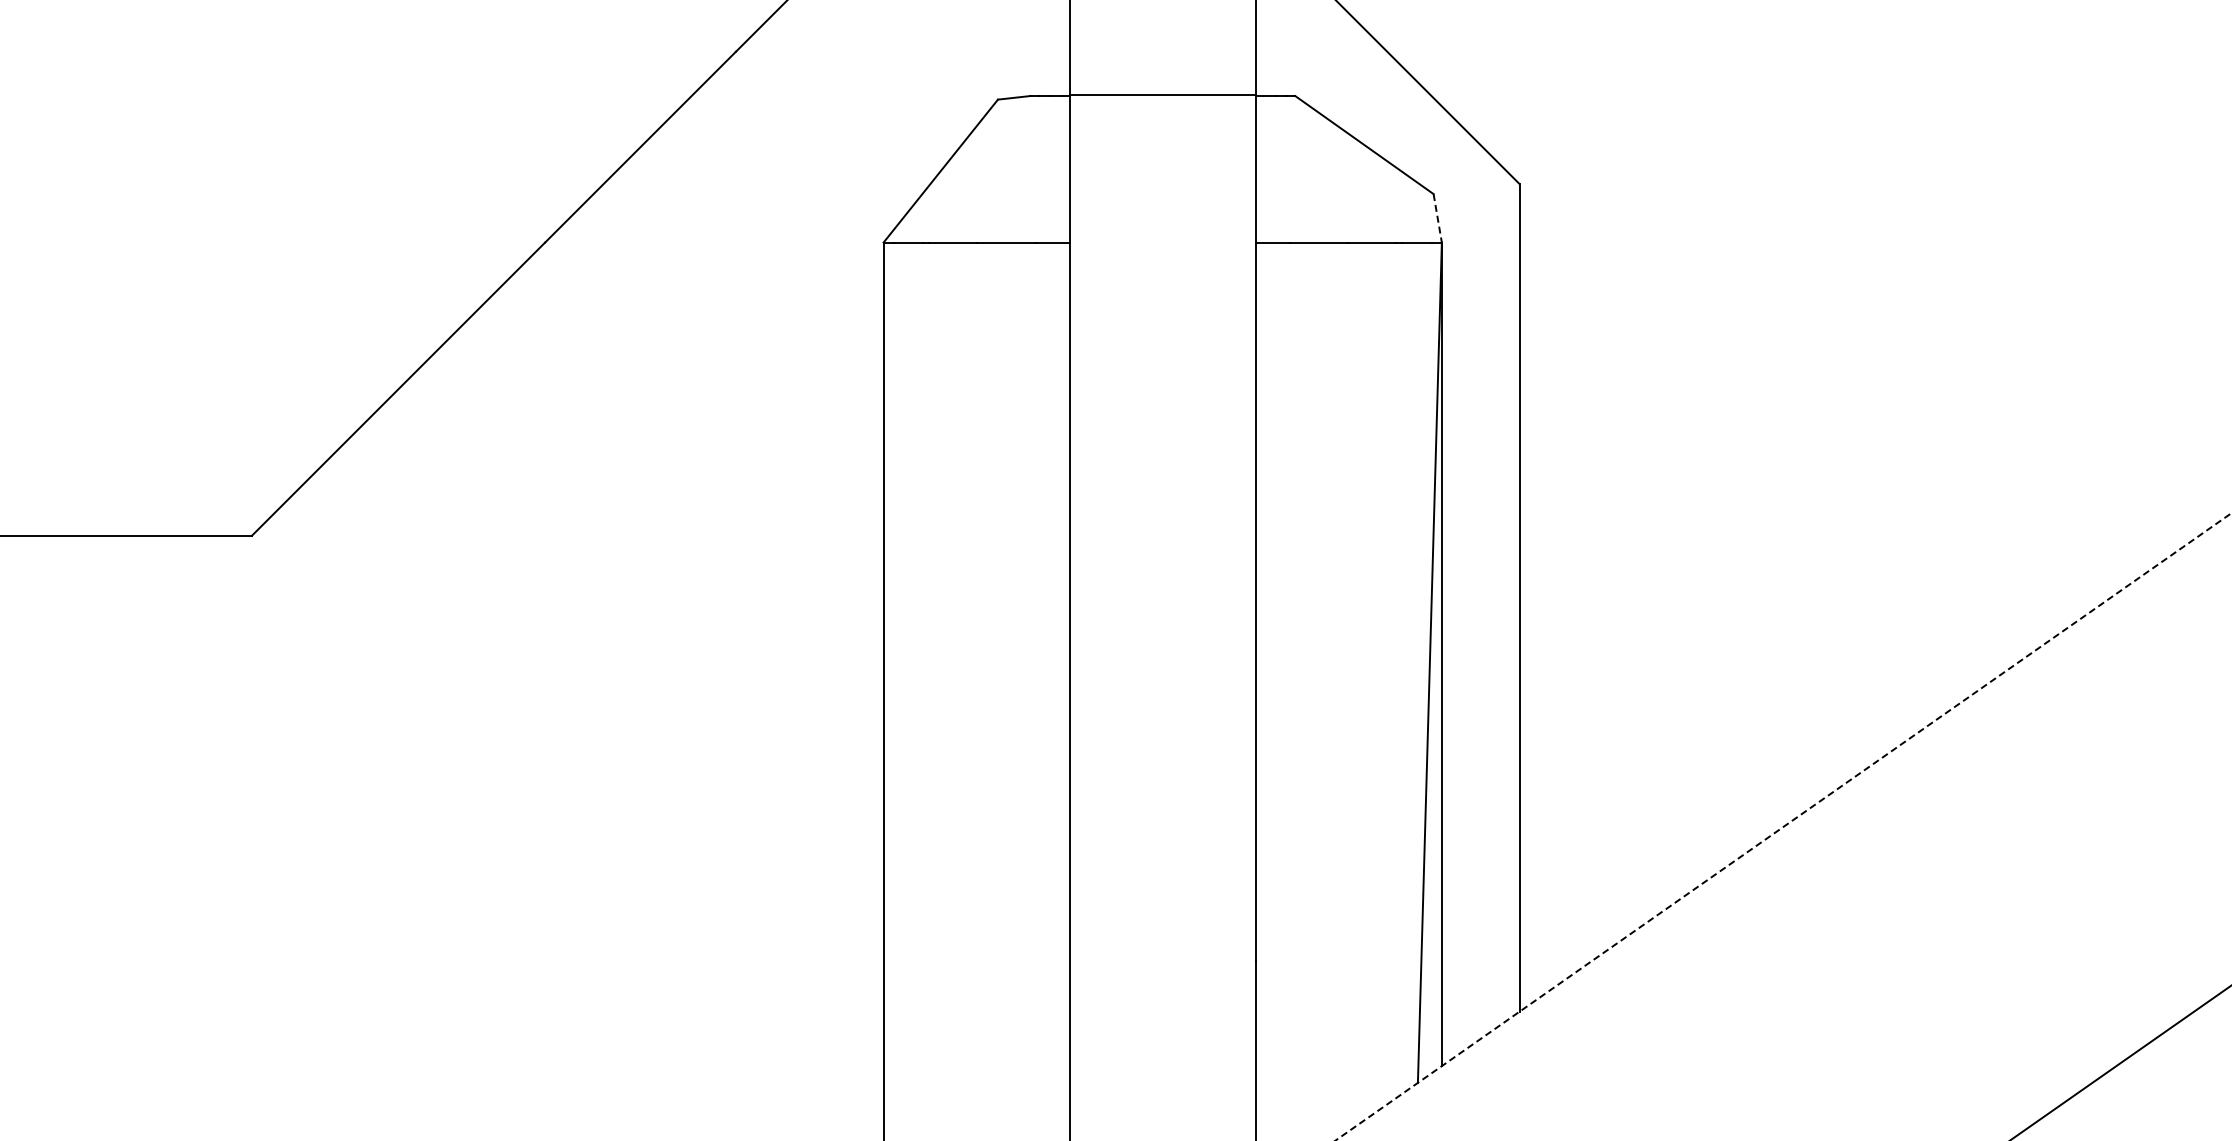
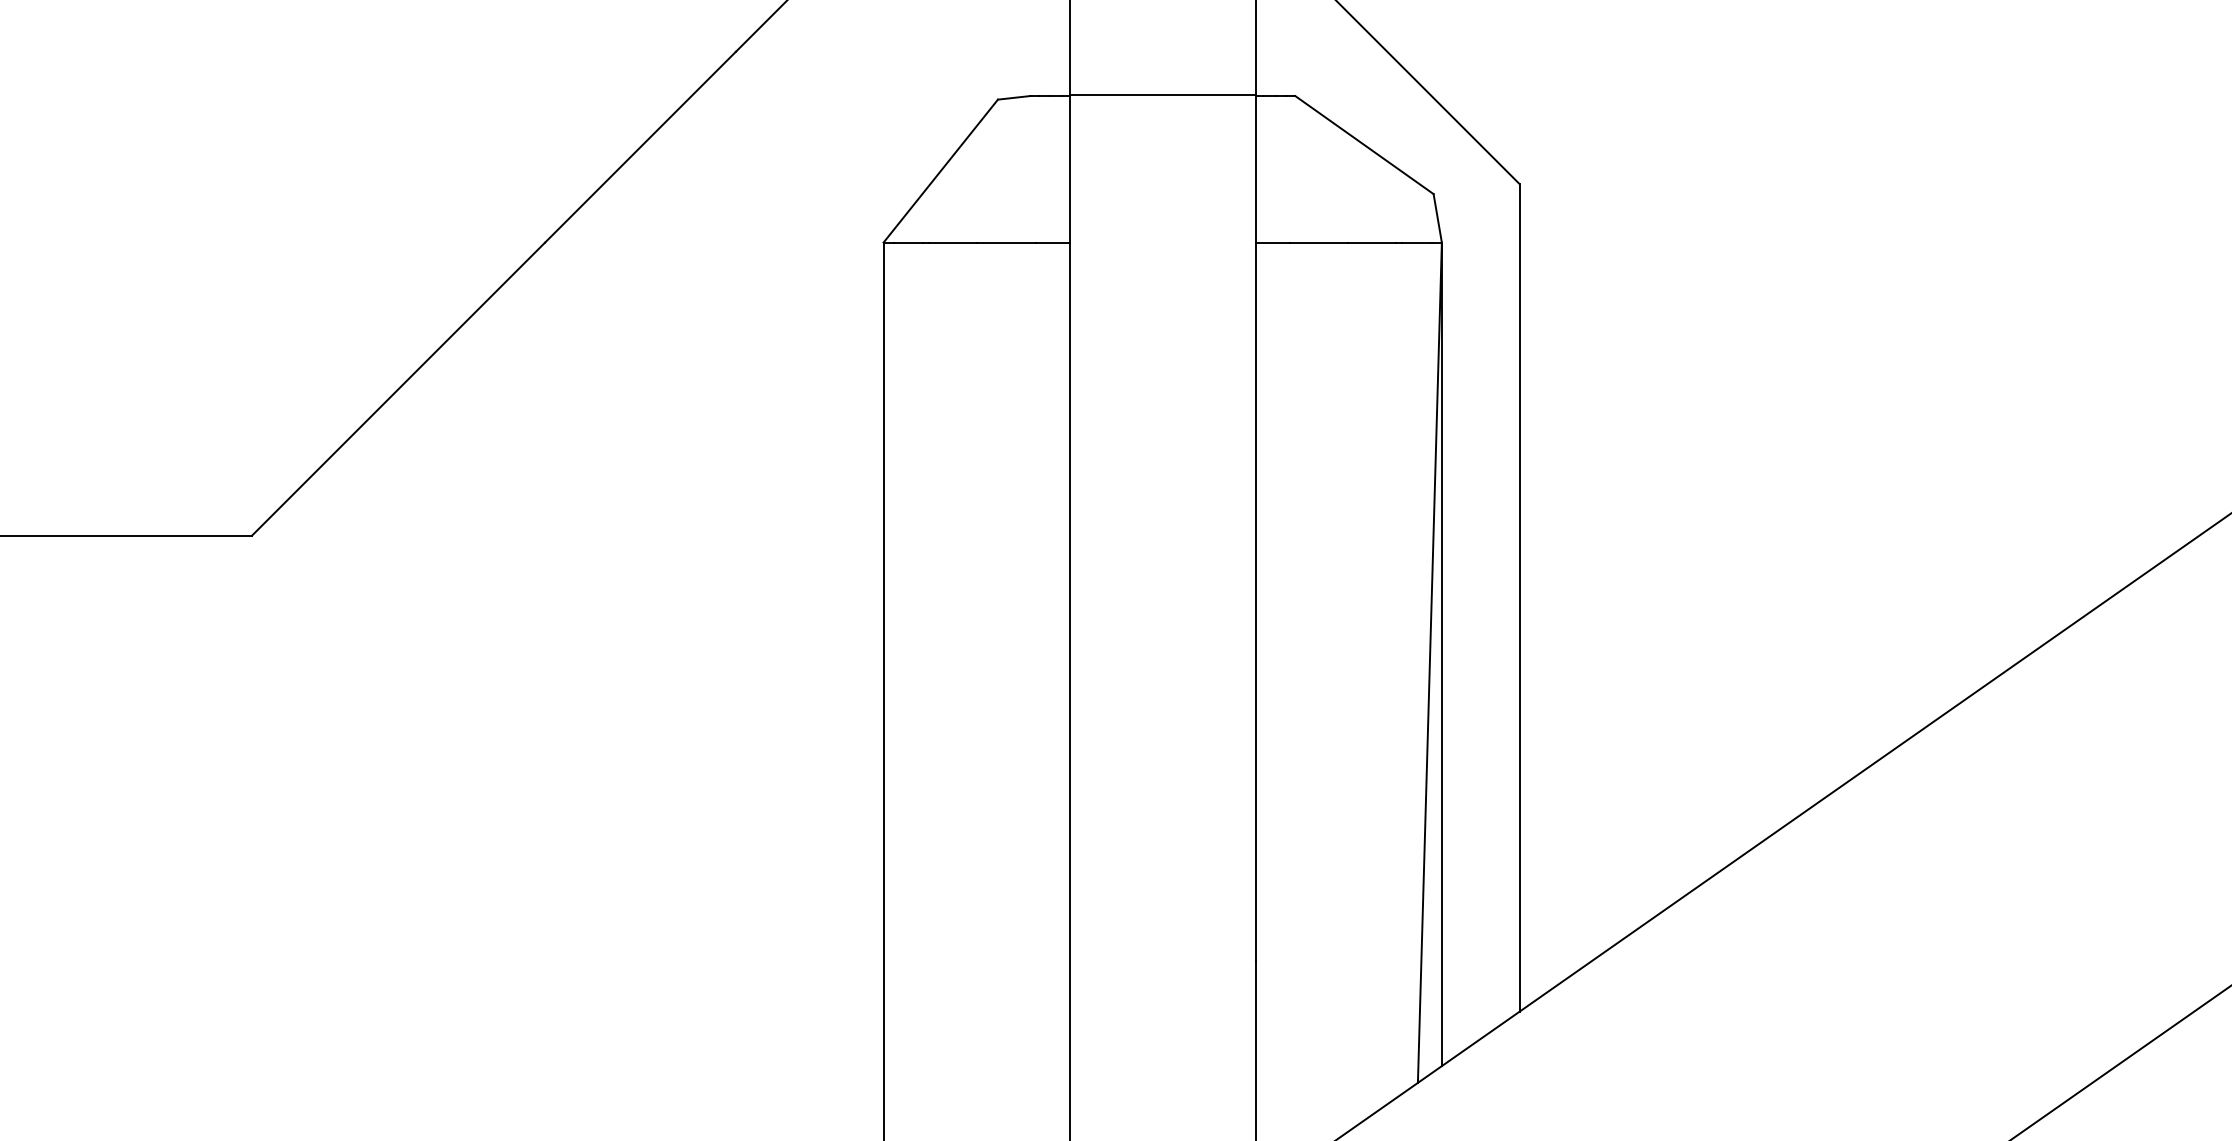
line at (1437, 218): dashed -> solid
line at (1783, 826): dashed -> solid
